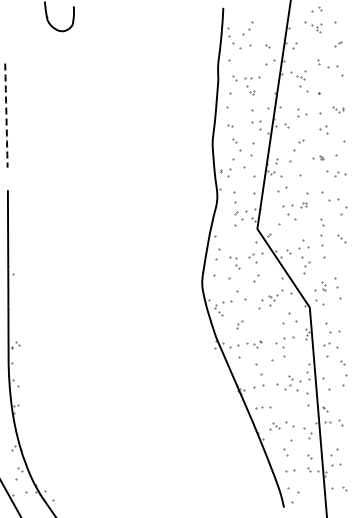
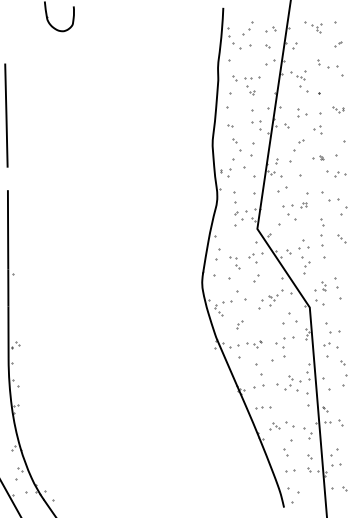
part at (316, 9) position: (316, 9) -> (270, 29)
line at (6, 115): dashed -> solid
part at (323, 129) position: (323, 129) -> (317, 129)
